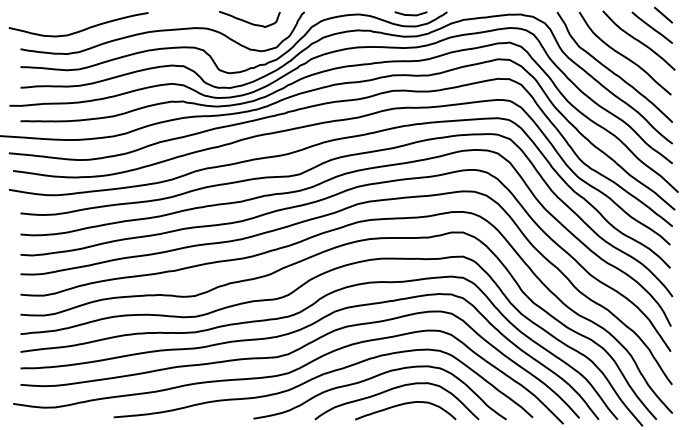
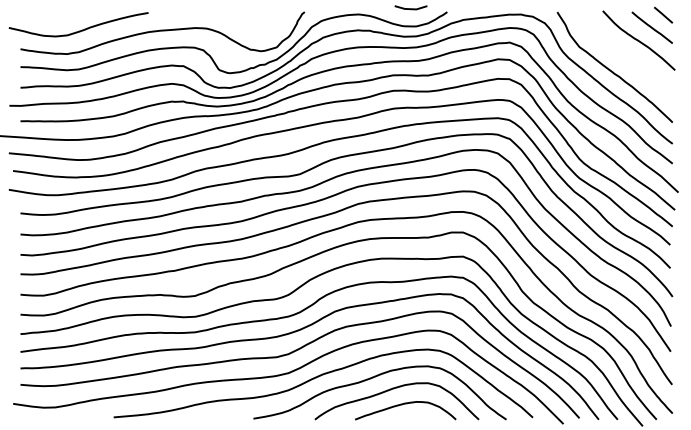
line at (410, 14) position: (410, 14) -> (410, 8)
curve at (248, 21): present -> none
curve at (623, 54): present -> none
